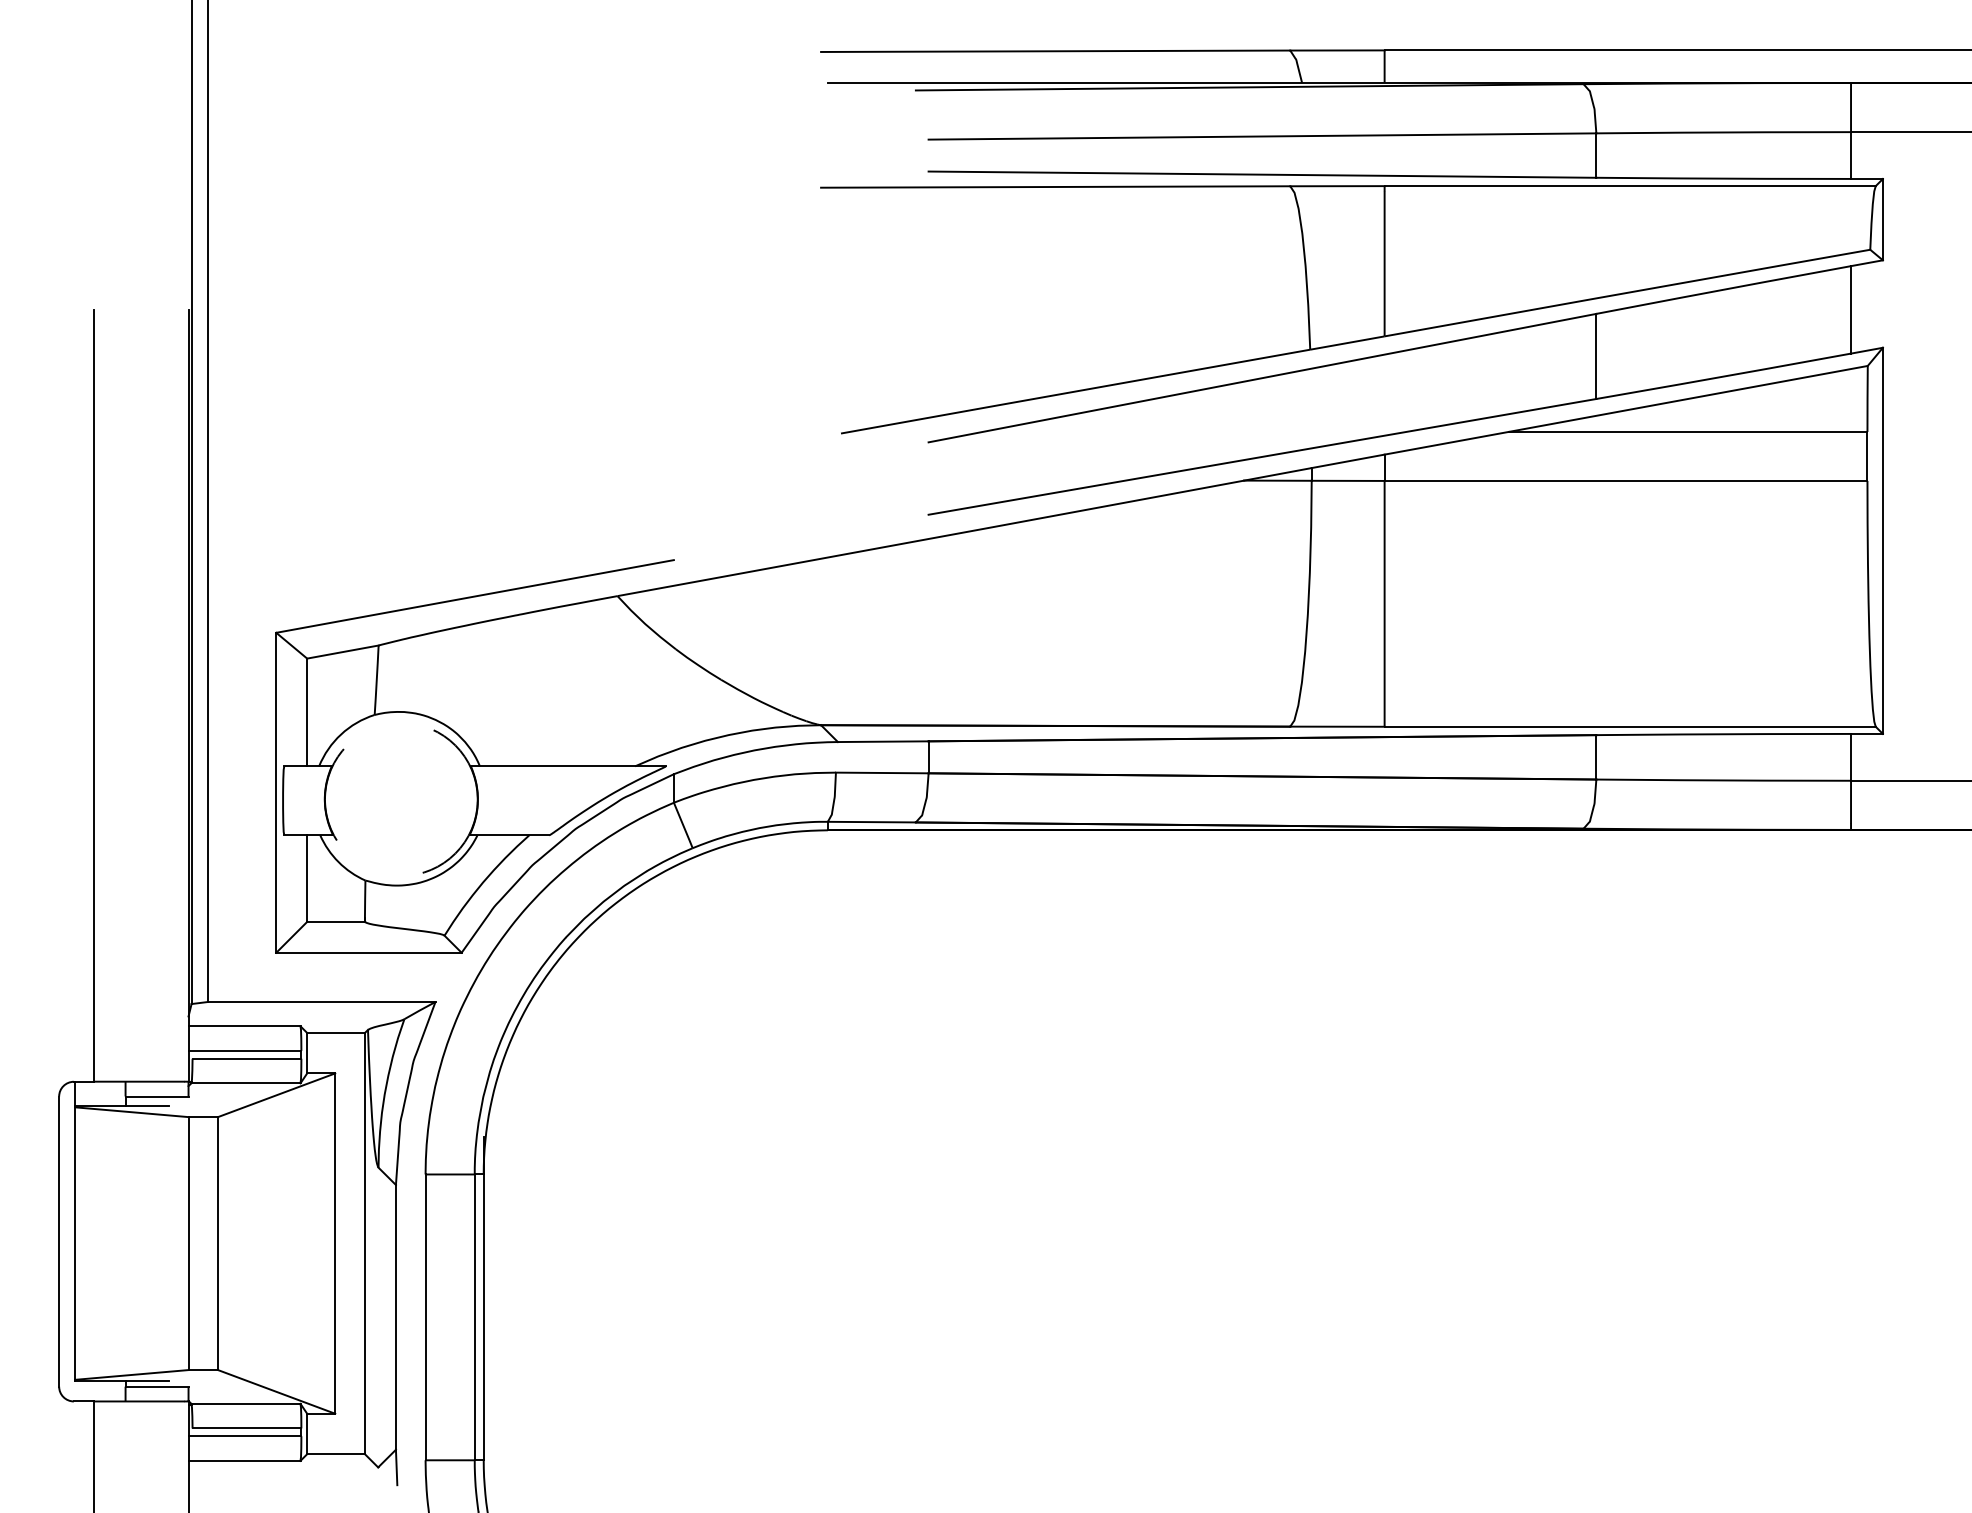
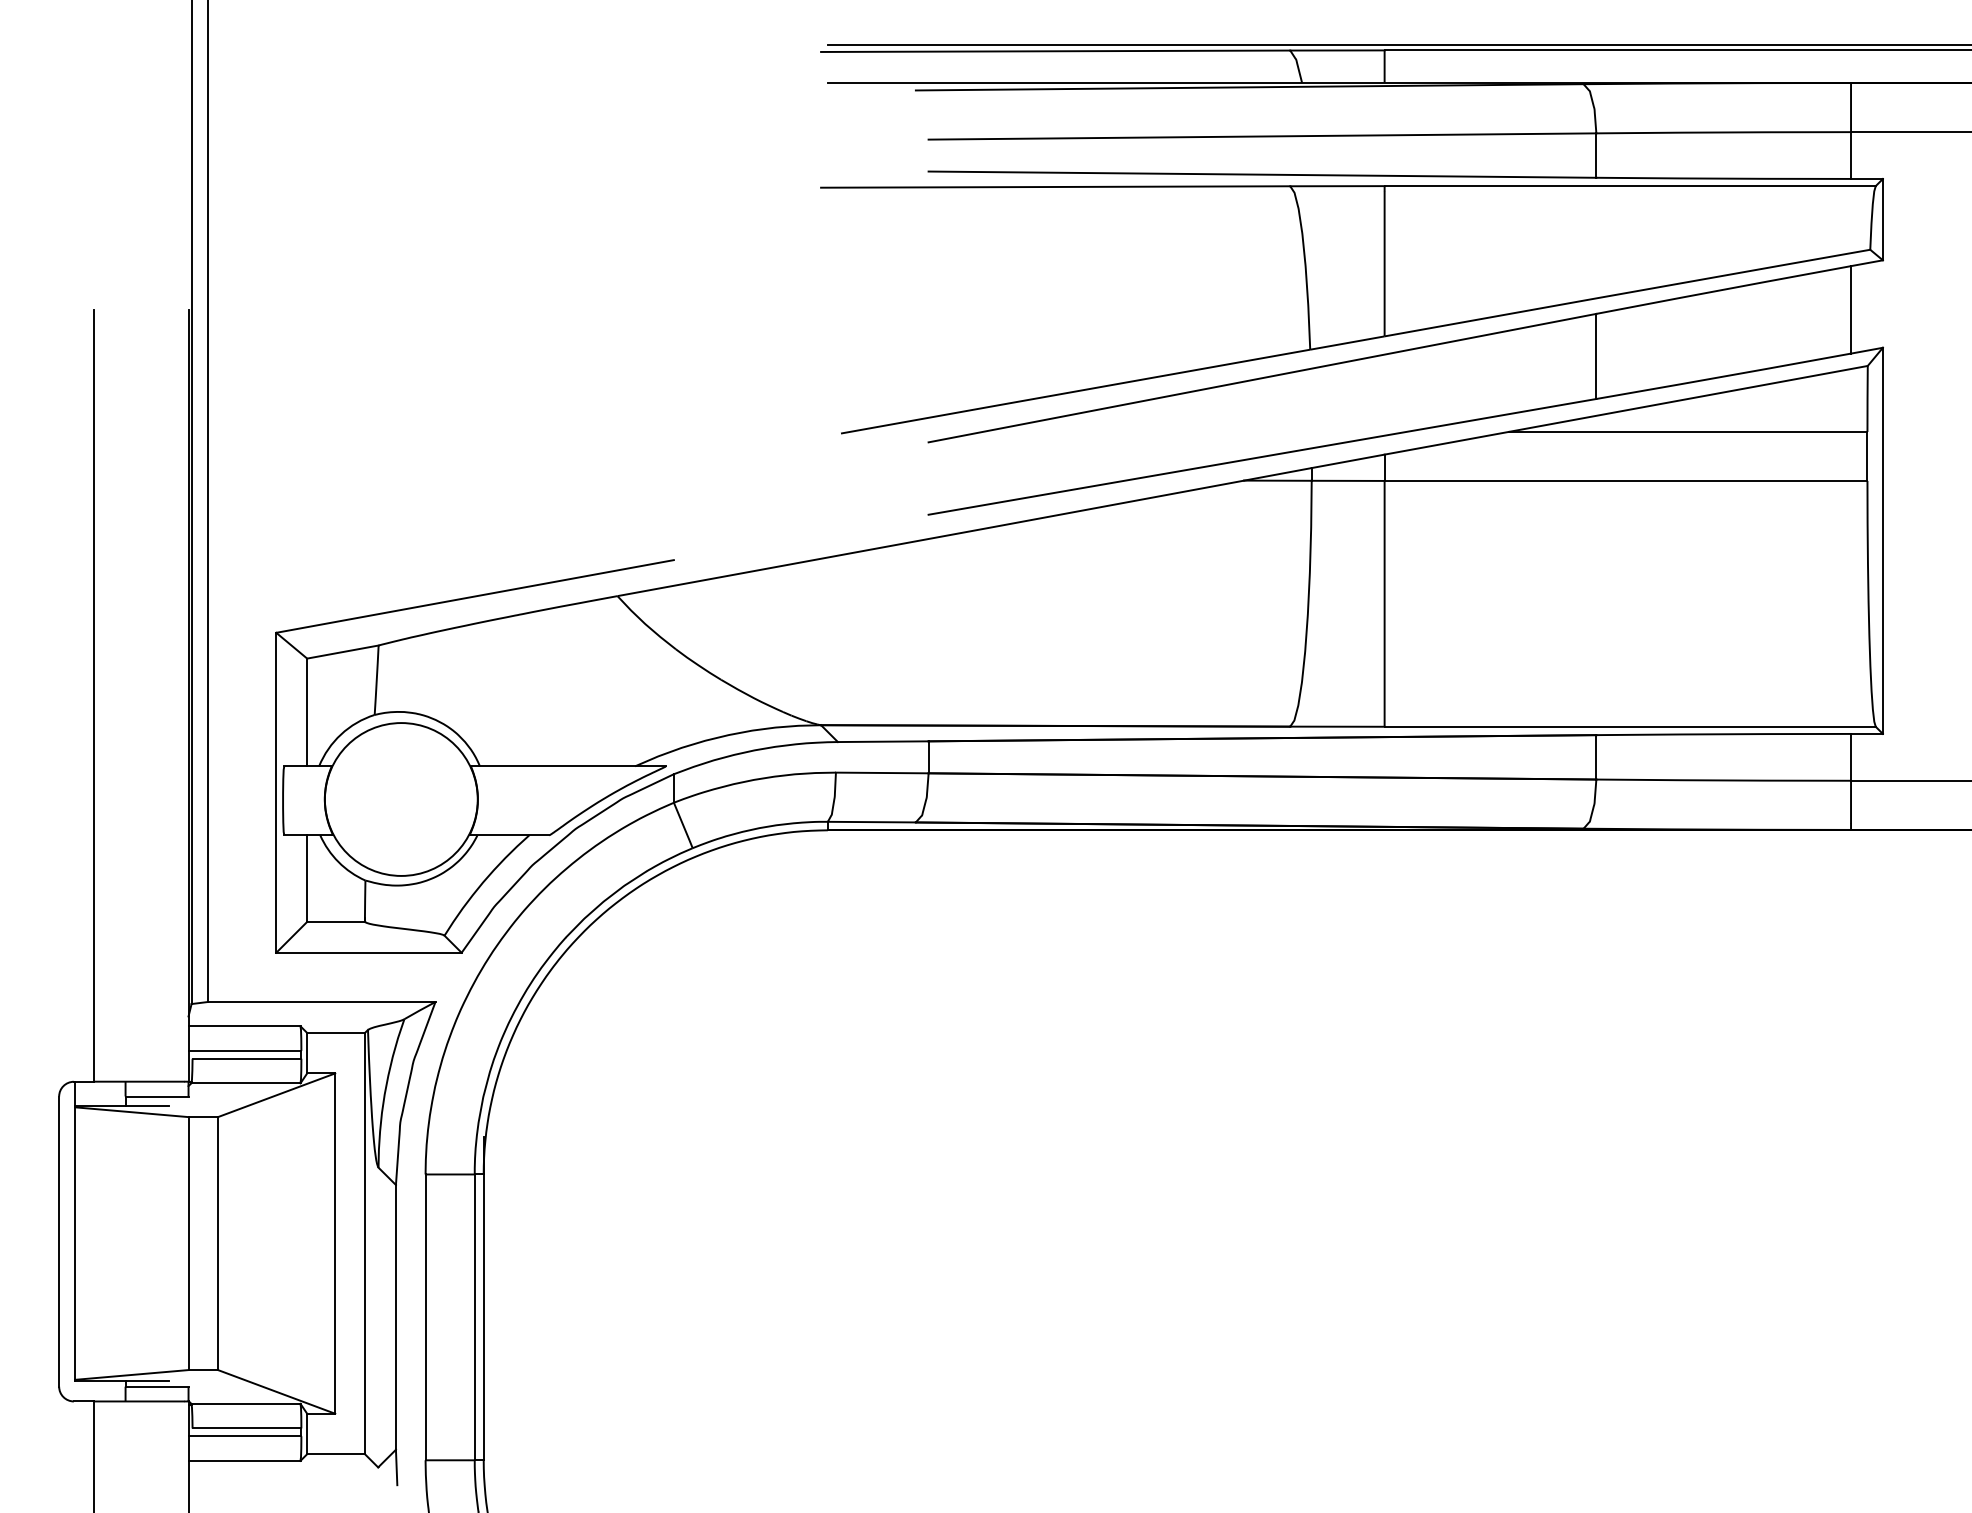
line at (1397, 45): none -> present
circle at (400, 799): dashed -> solid
